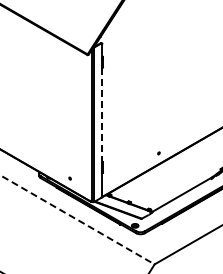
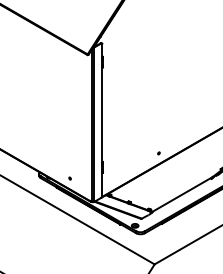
line at (102, 115): dashed -> solid
line at (77, 219): dashed -> solid
